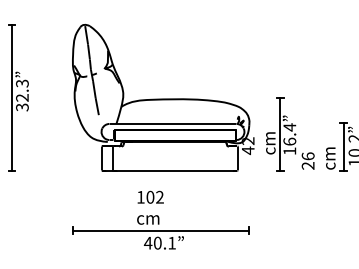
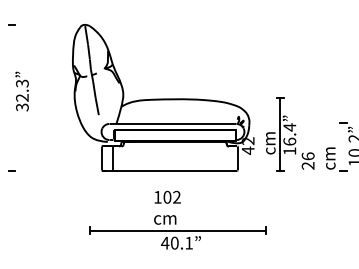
line at (11, 97): present -> none
line at (343, 146): present -> none
part at (160, 219) position: (160, 219) -> (177, 219)
